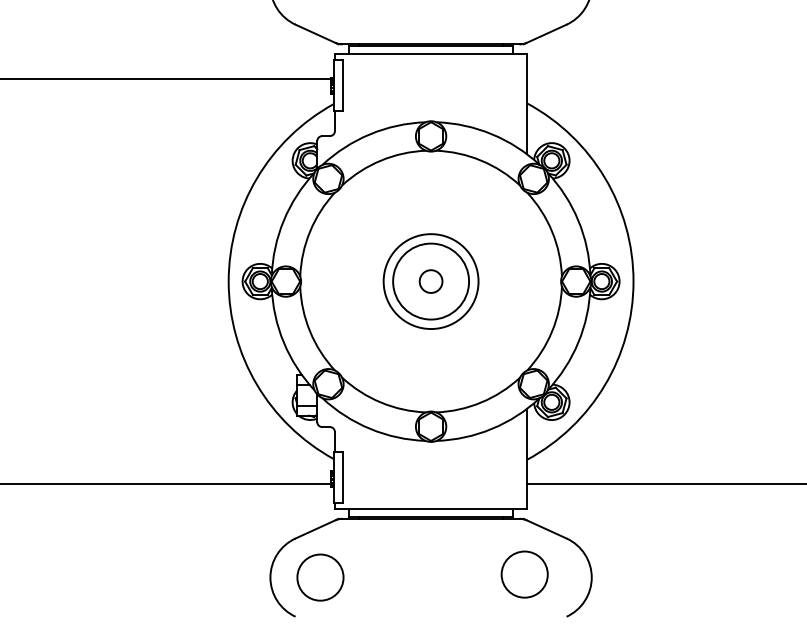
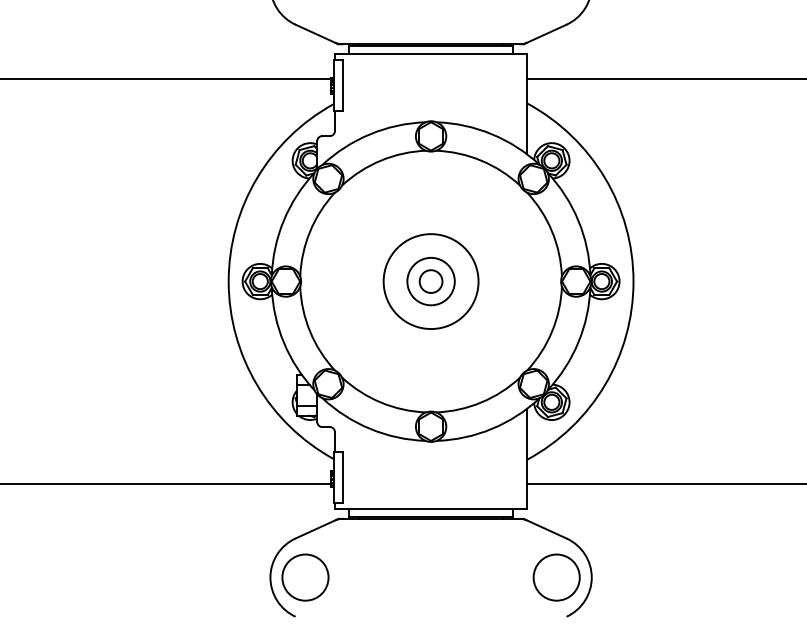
line at (665, 79): none -> present
circle at (431, 281) diameter: 76 px -> 47 px
circle at (524, 574) position: (524, 574) -> (556, 577)
circle at (320, 577) position: (320, 577) -> (305, 577)
